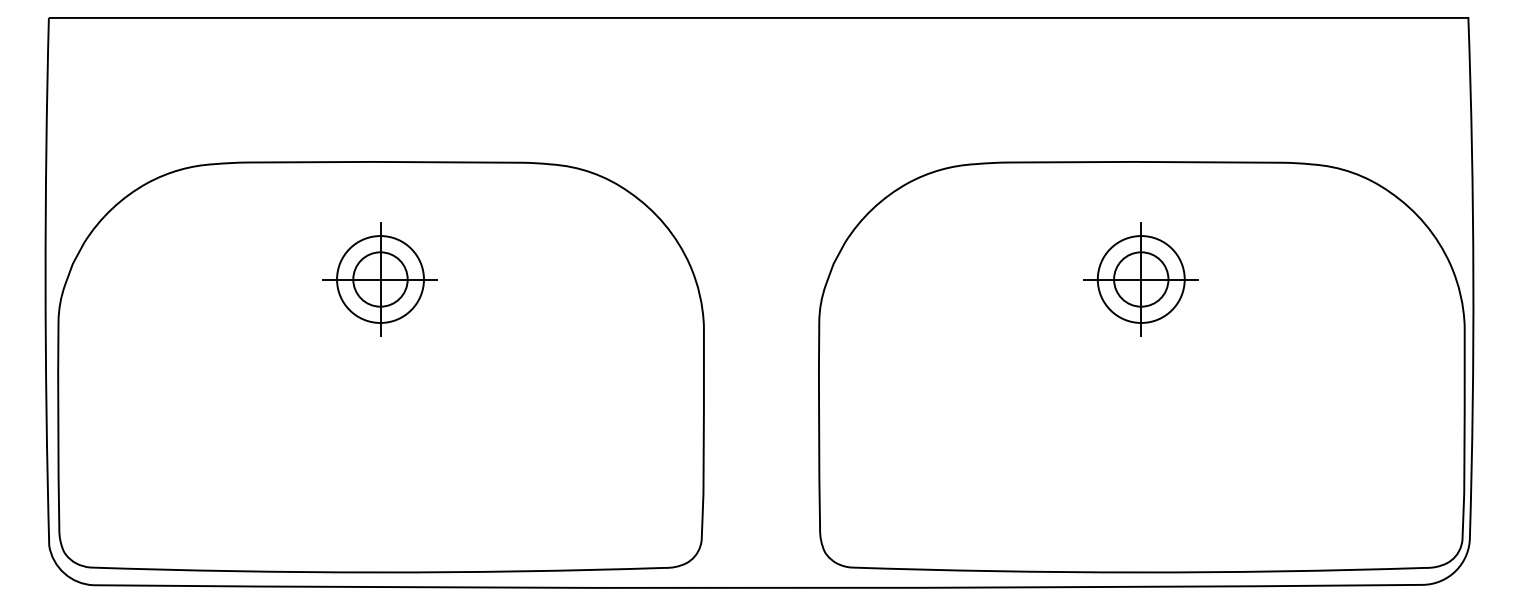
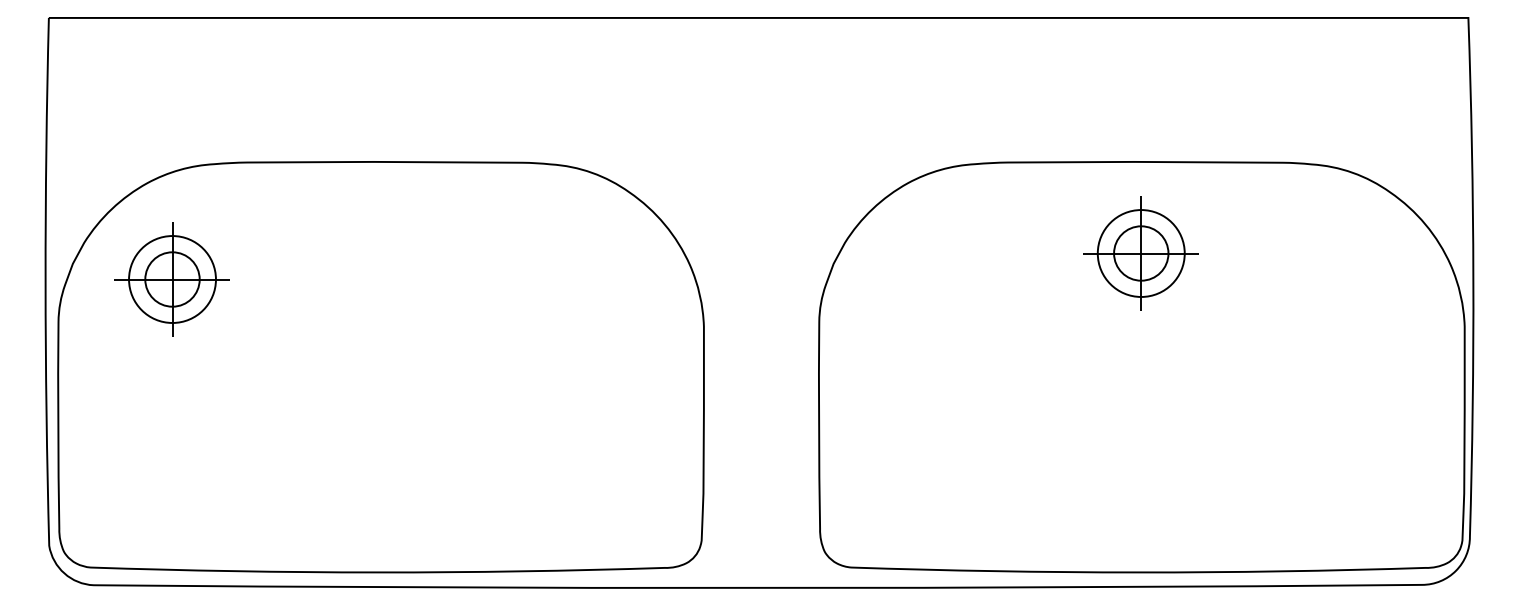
part at (379, 279) position: (379, 279) -> (171, 279)
part at (1140, 279) position: (1140, 279) -> (1140, 253)
